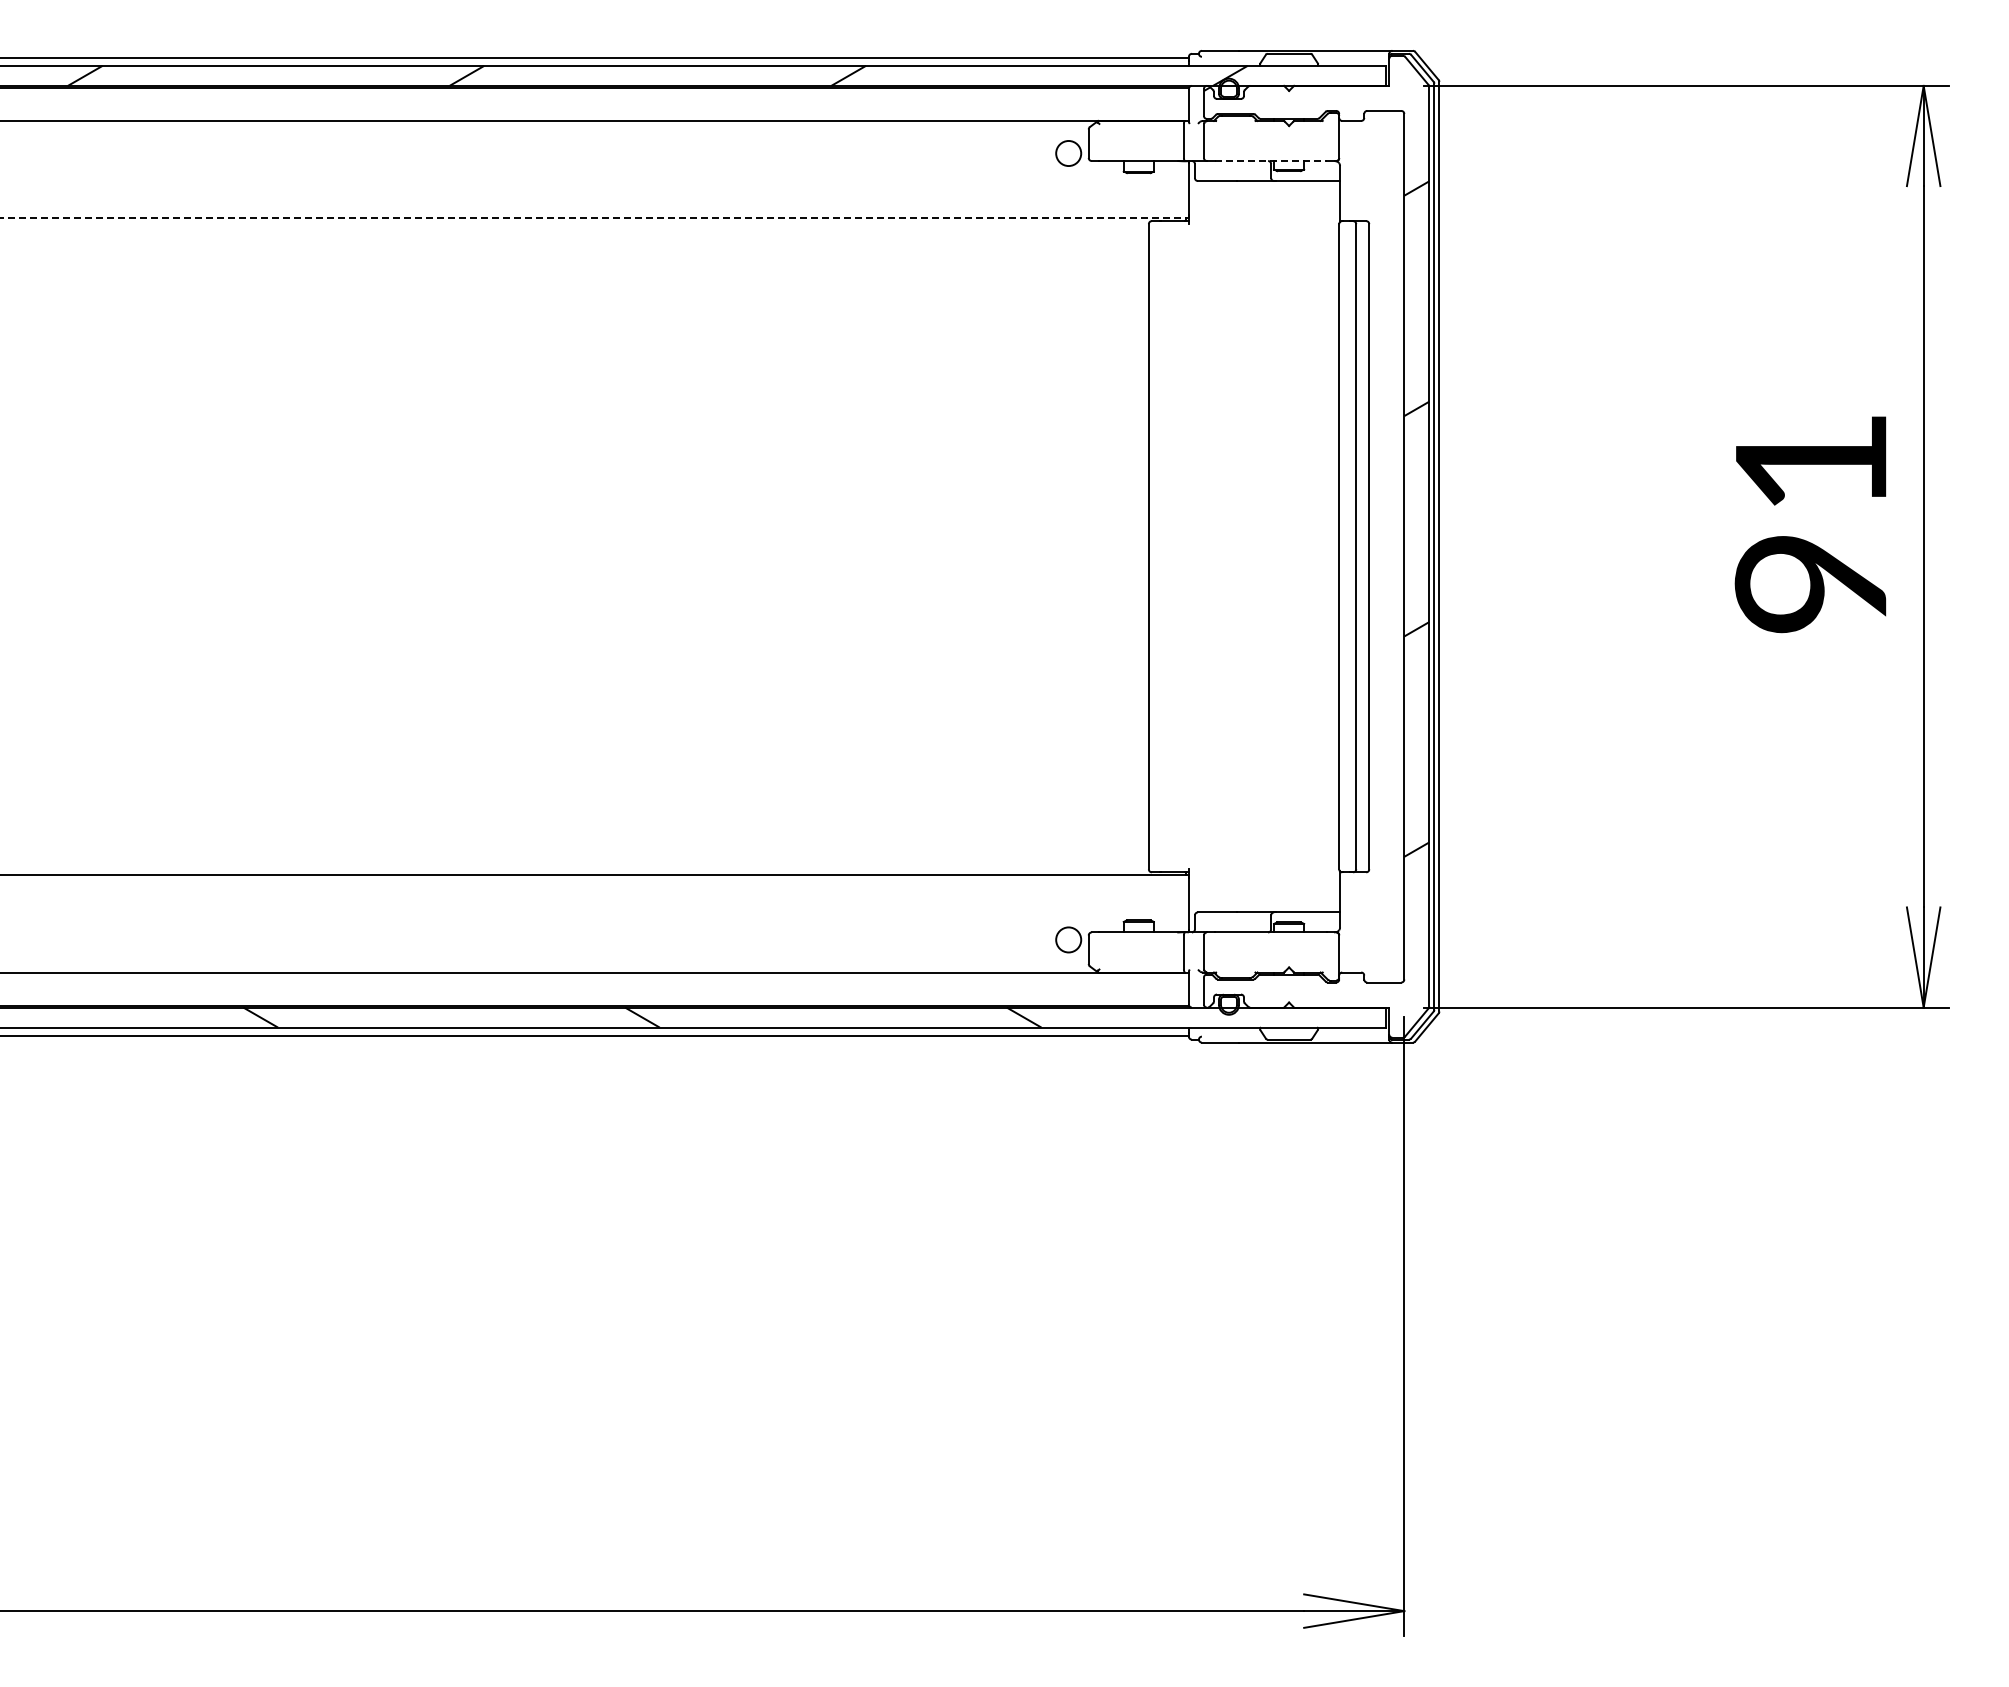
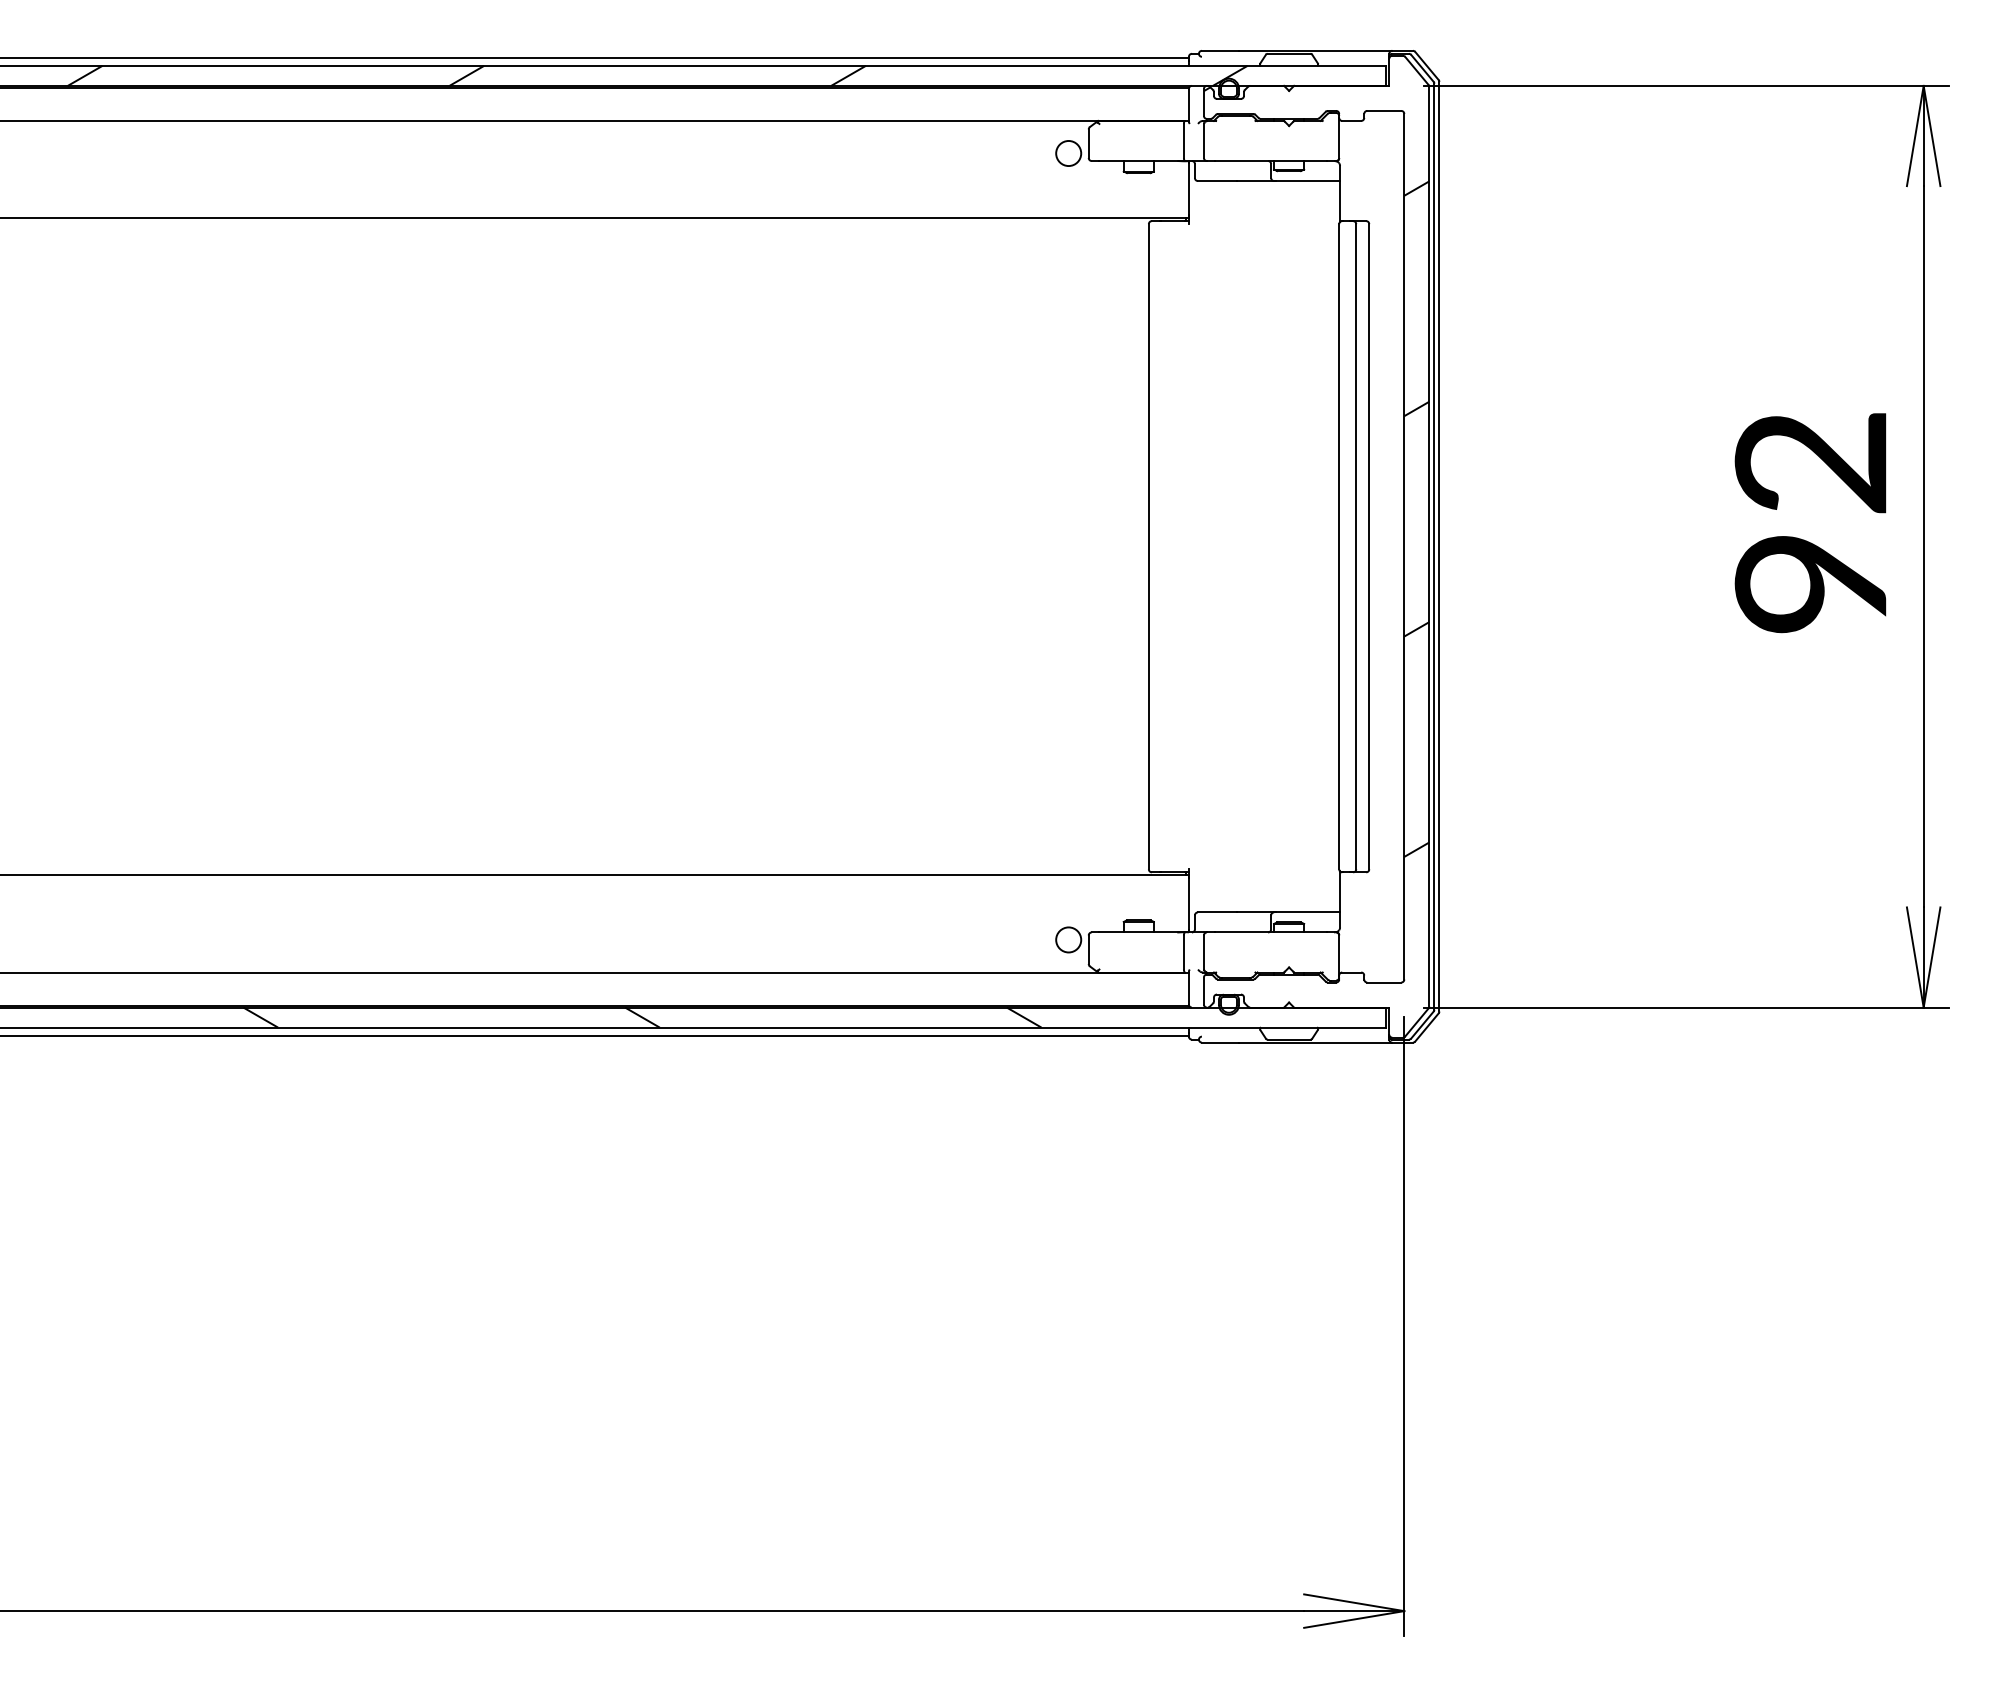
line at (1271, 161): dashed -> solid
line at (594, 218): dashed -> solid
text at (1810, 463): 91 -> 92
